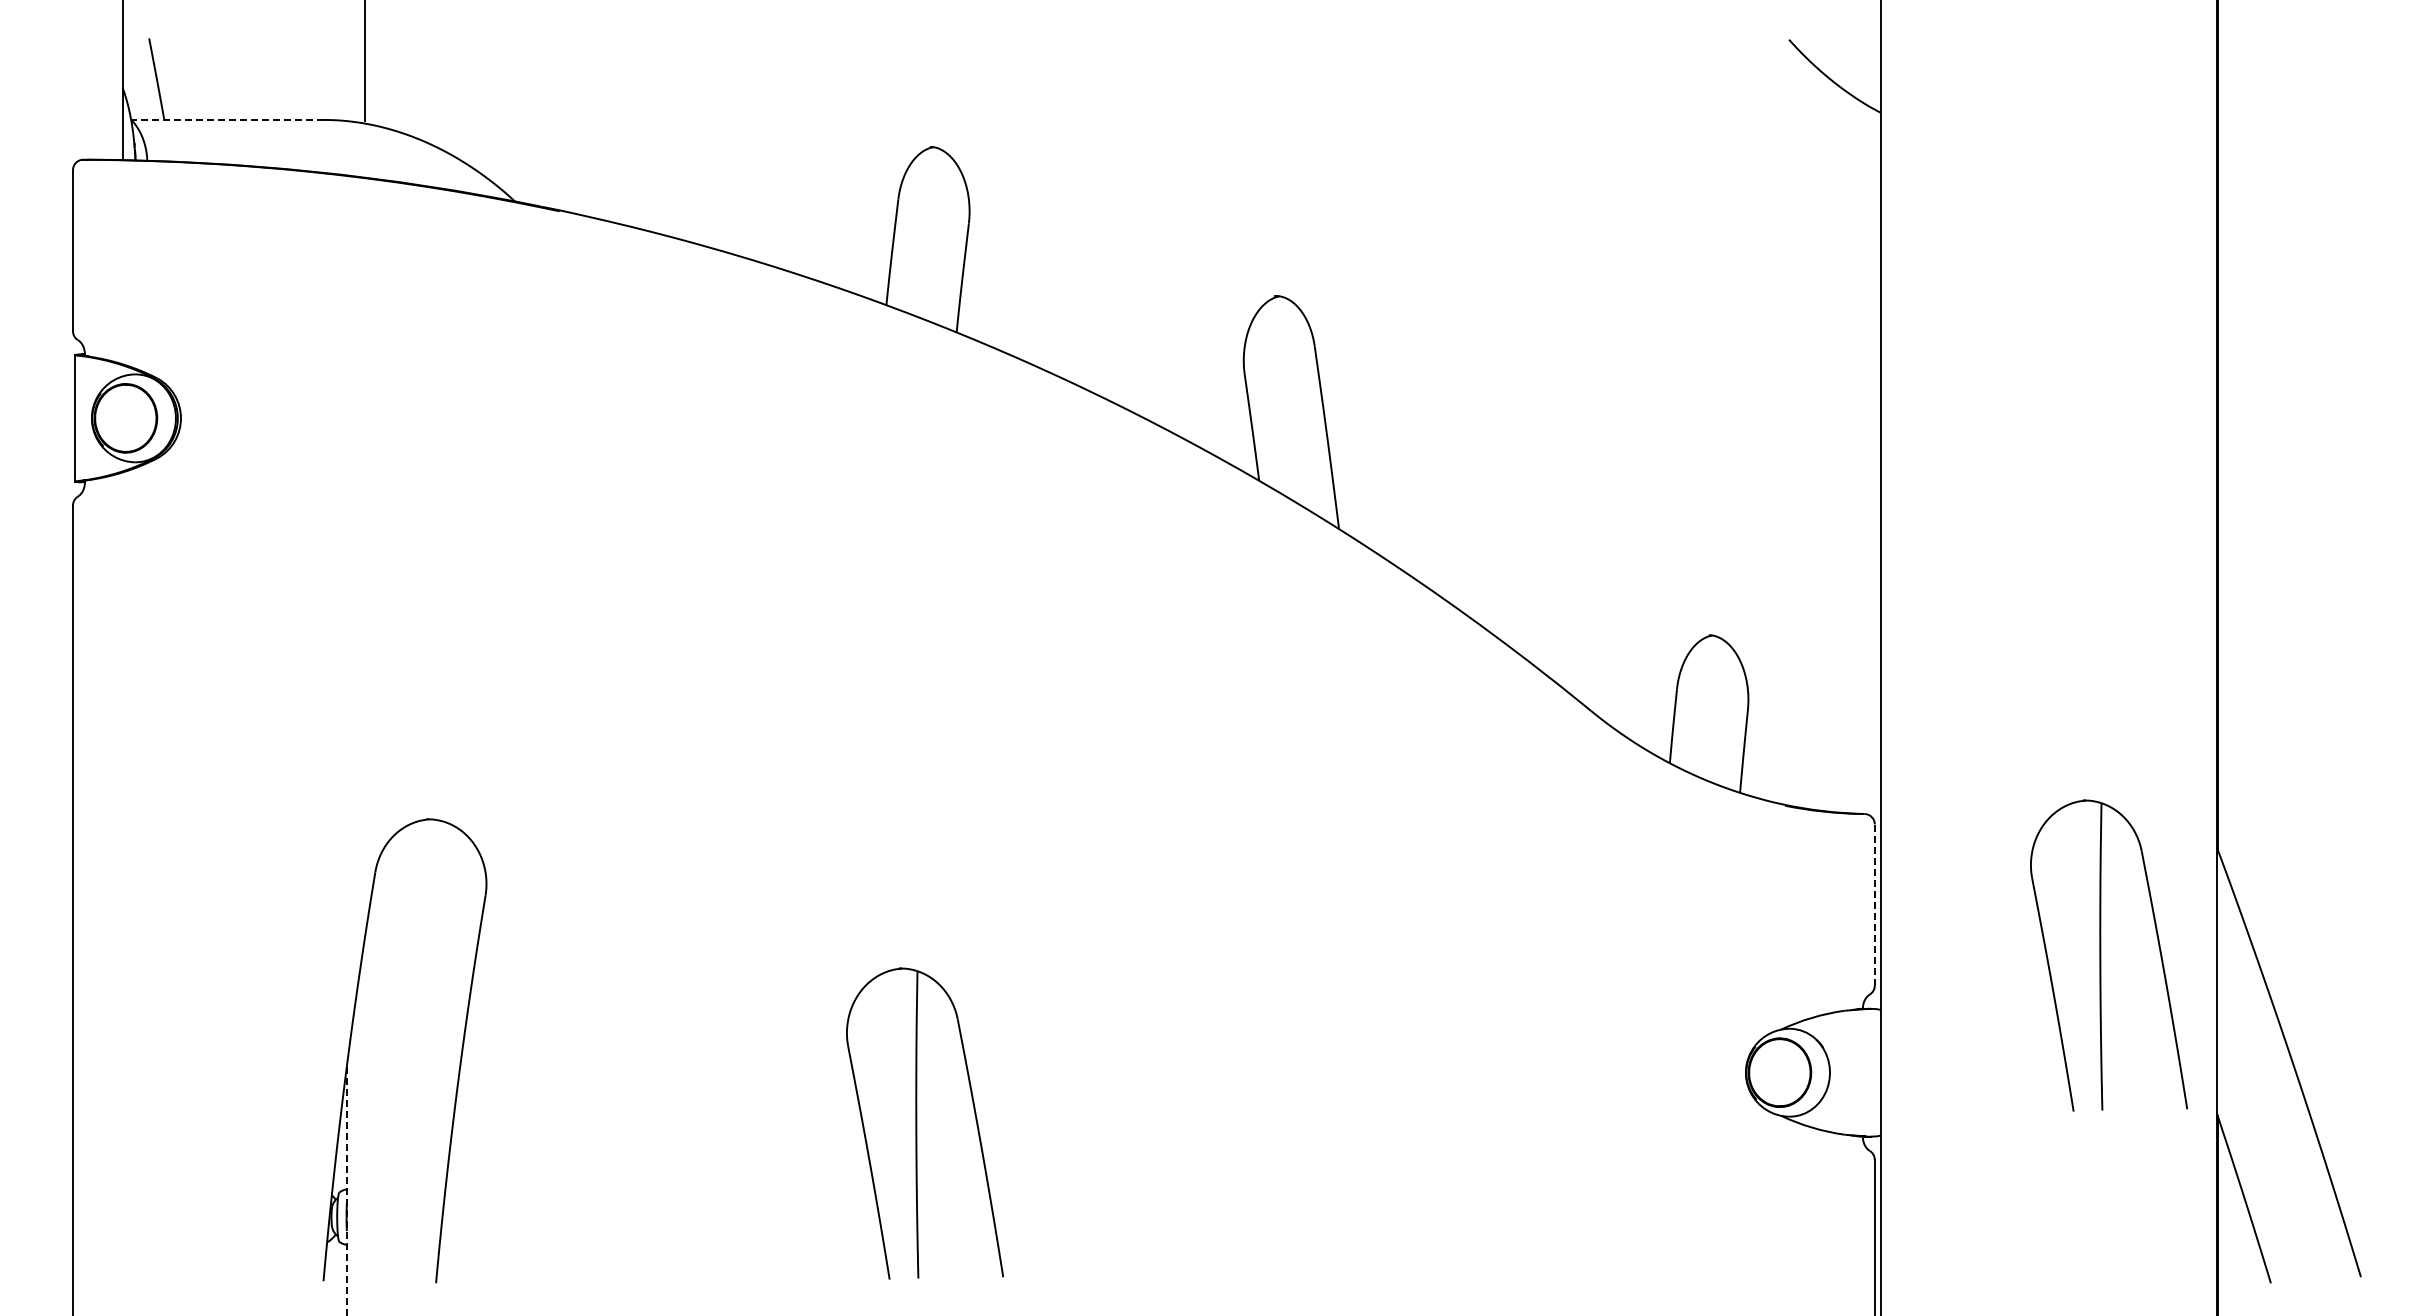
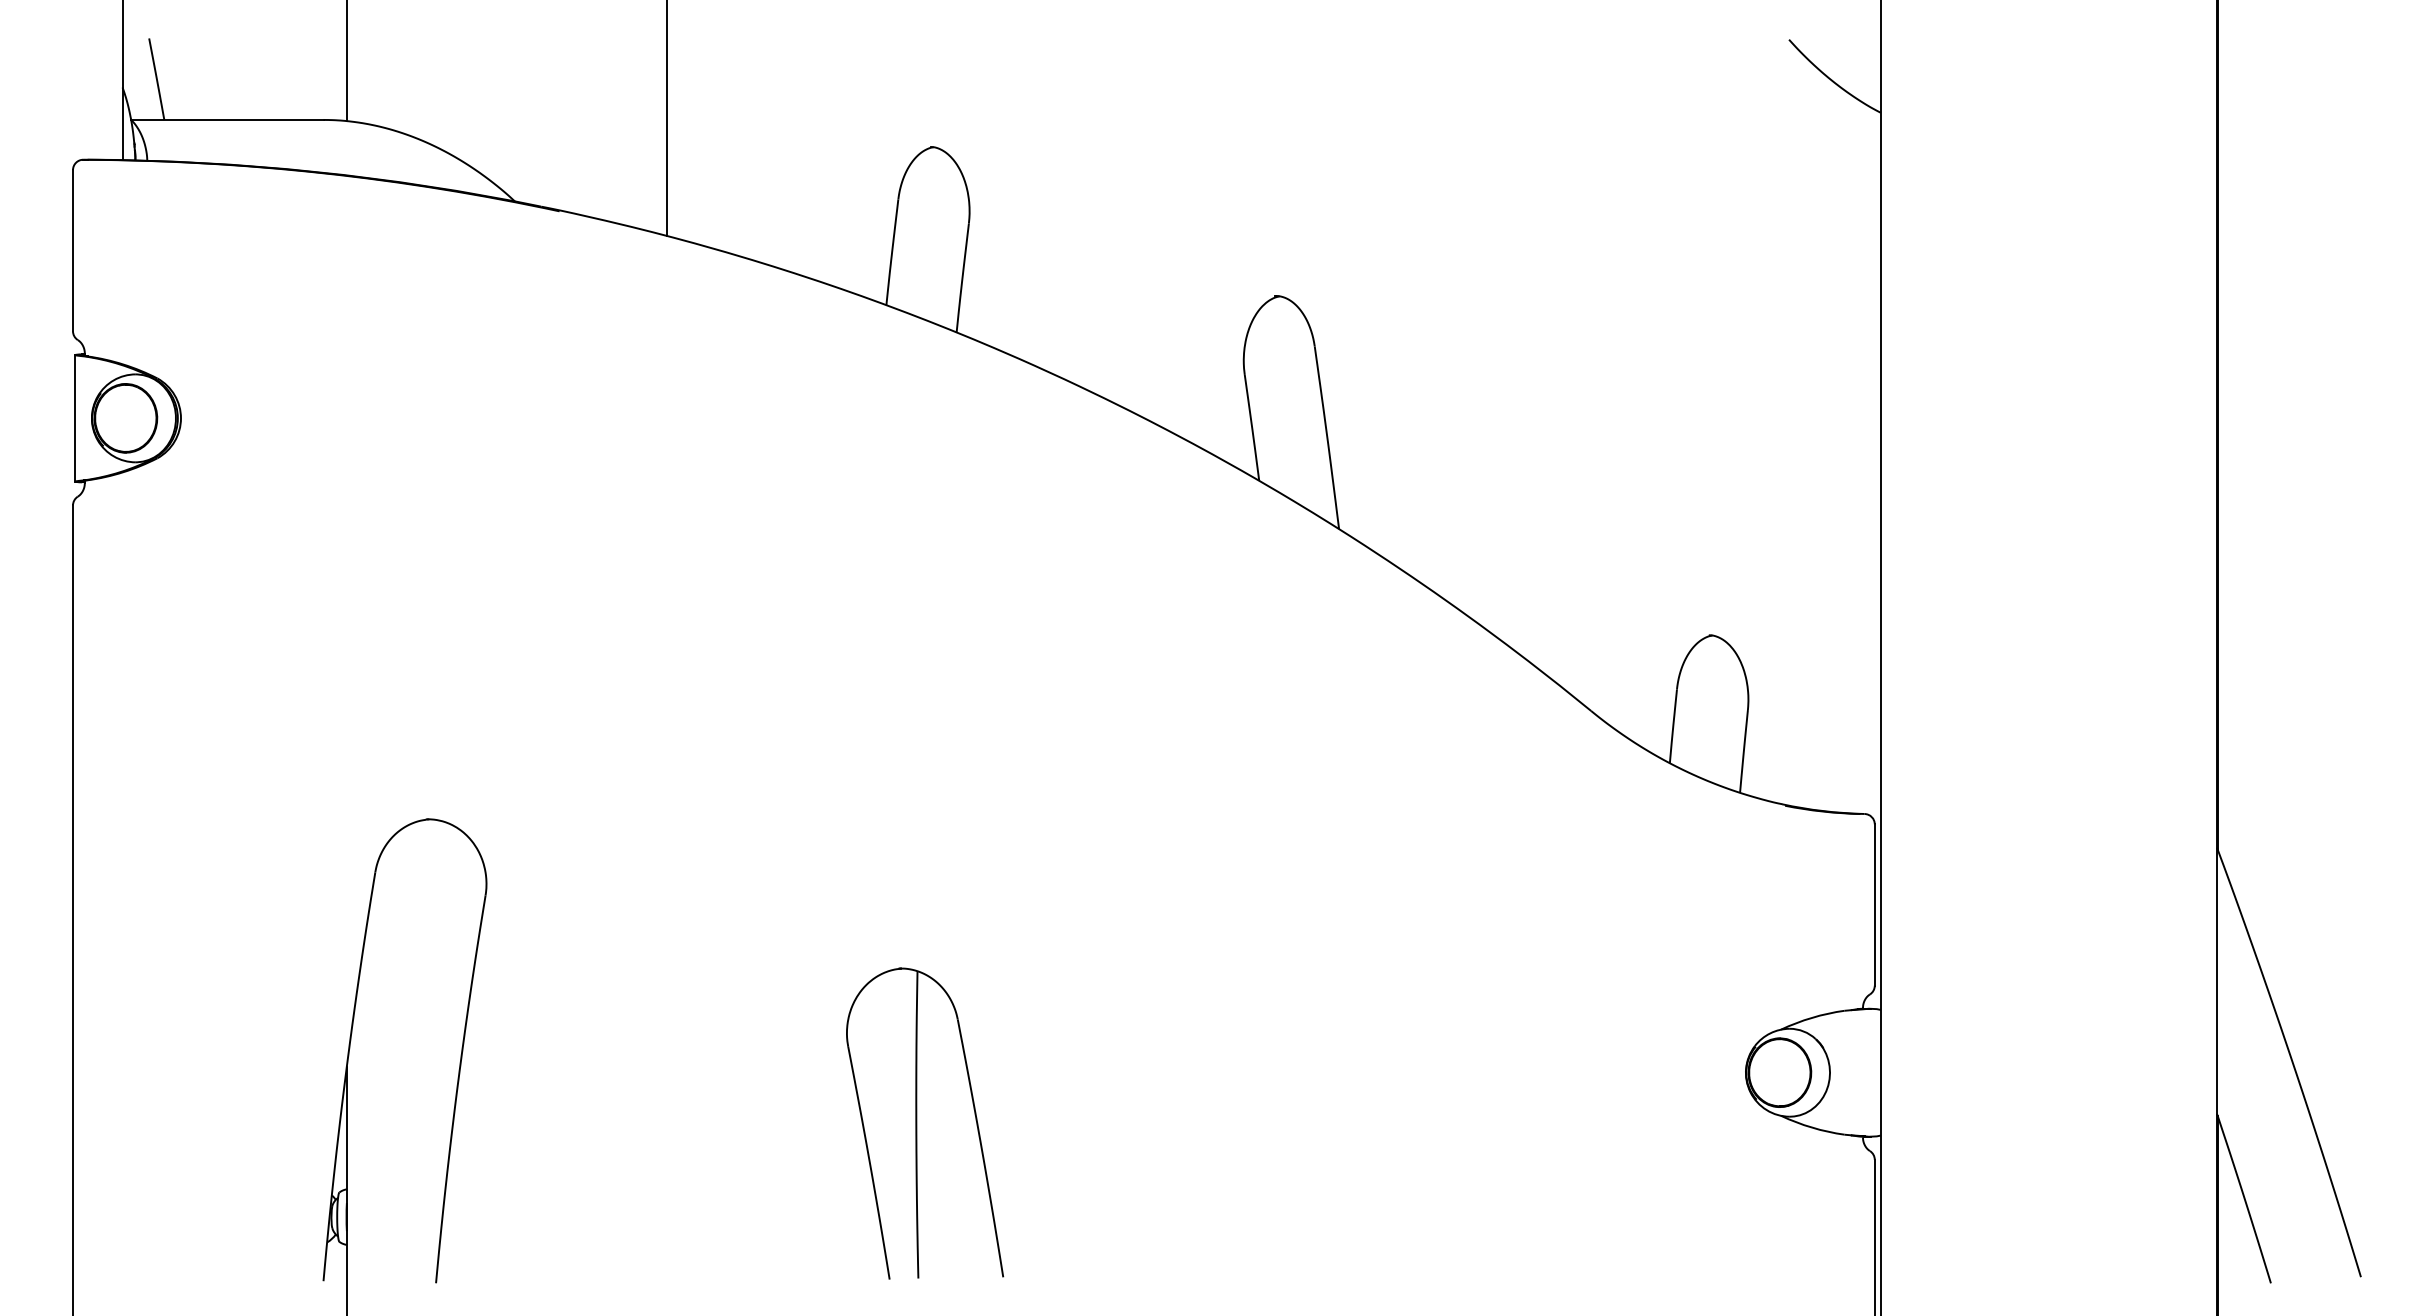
line at (364, 61) position: (364, 61) -> (346, 61)
line at (666, 118): none -> present
line at (226, 119): dashed -> solid
line at (1874, 905): dashed -> solid
part at (2101, 955): present -> none
line at (346, 1191): dashed -> solid
